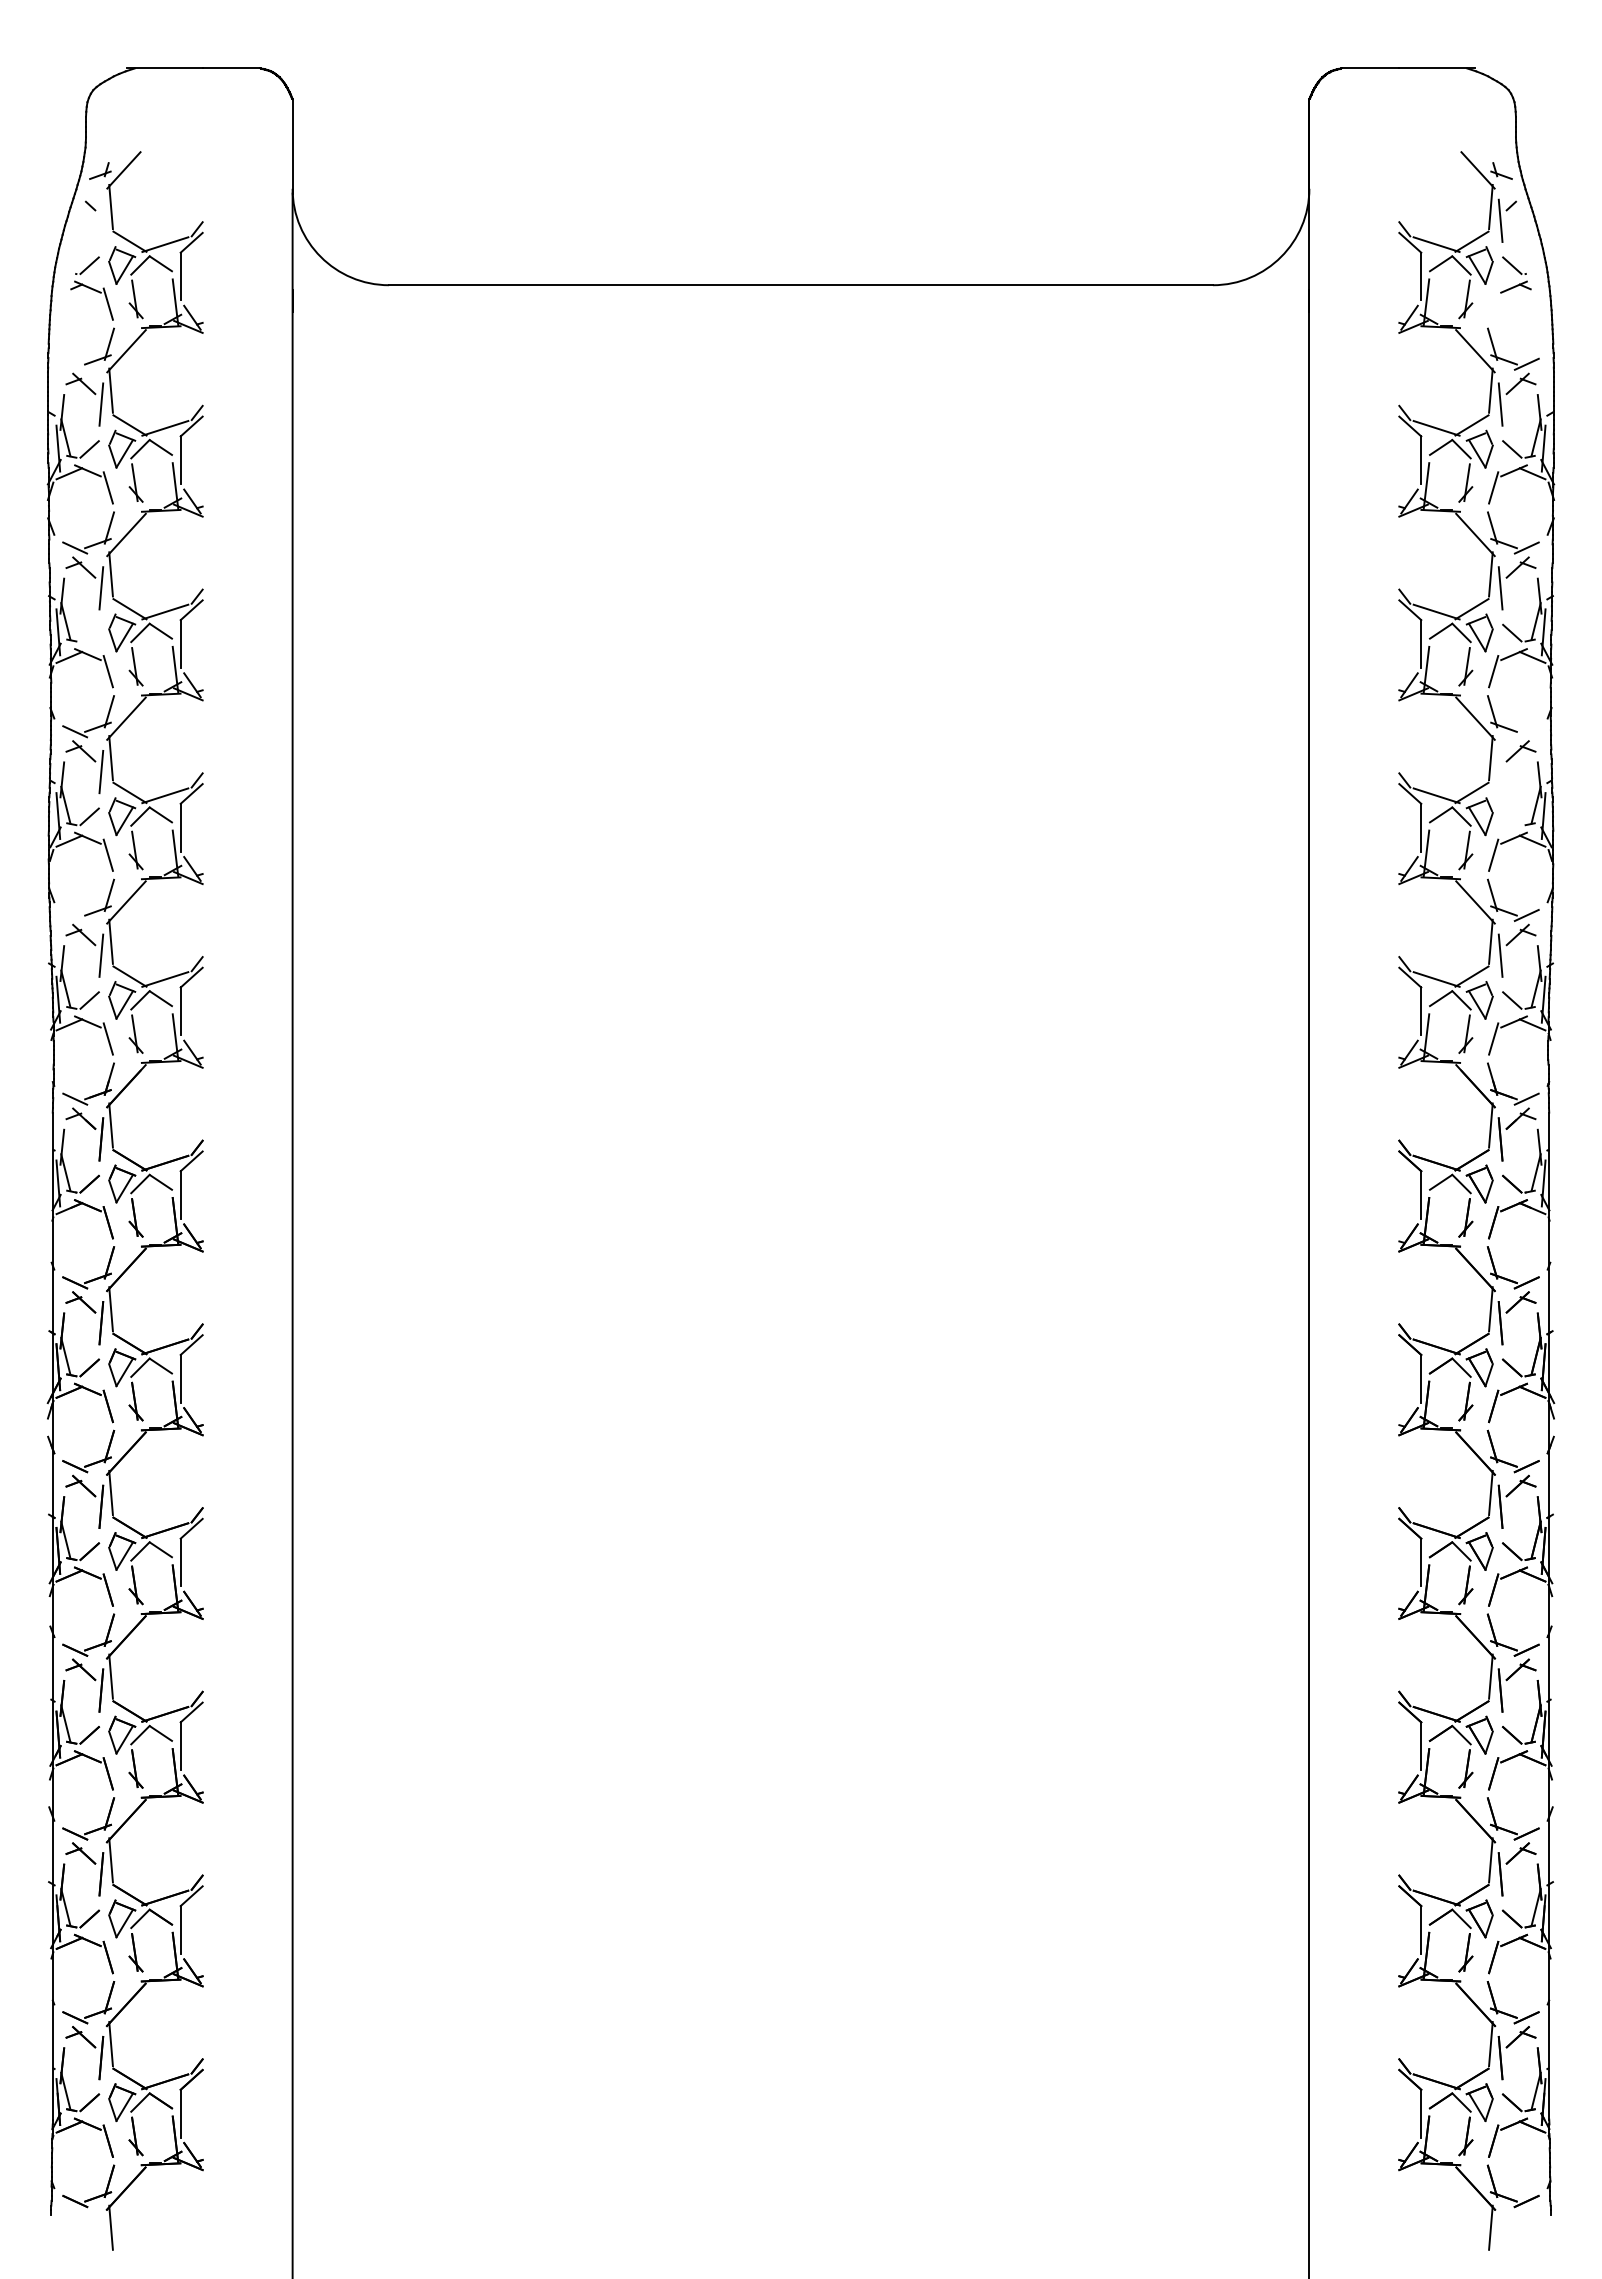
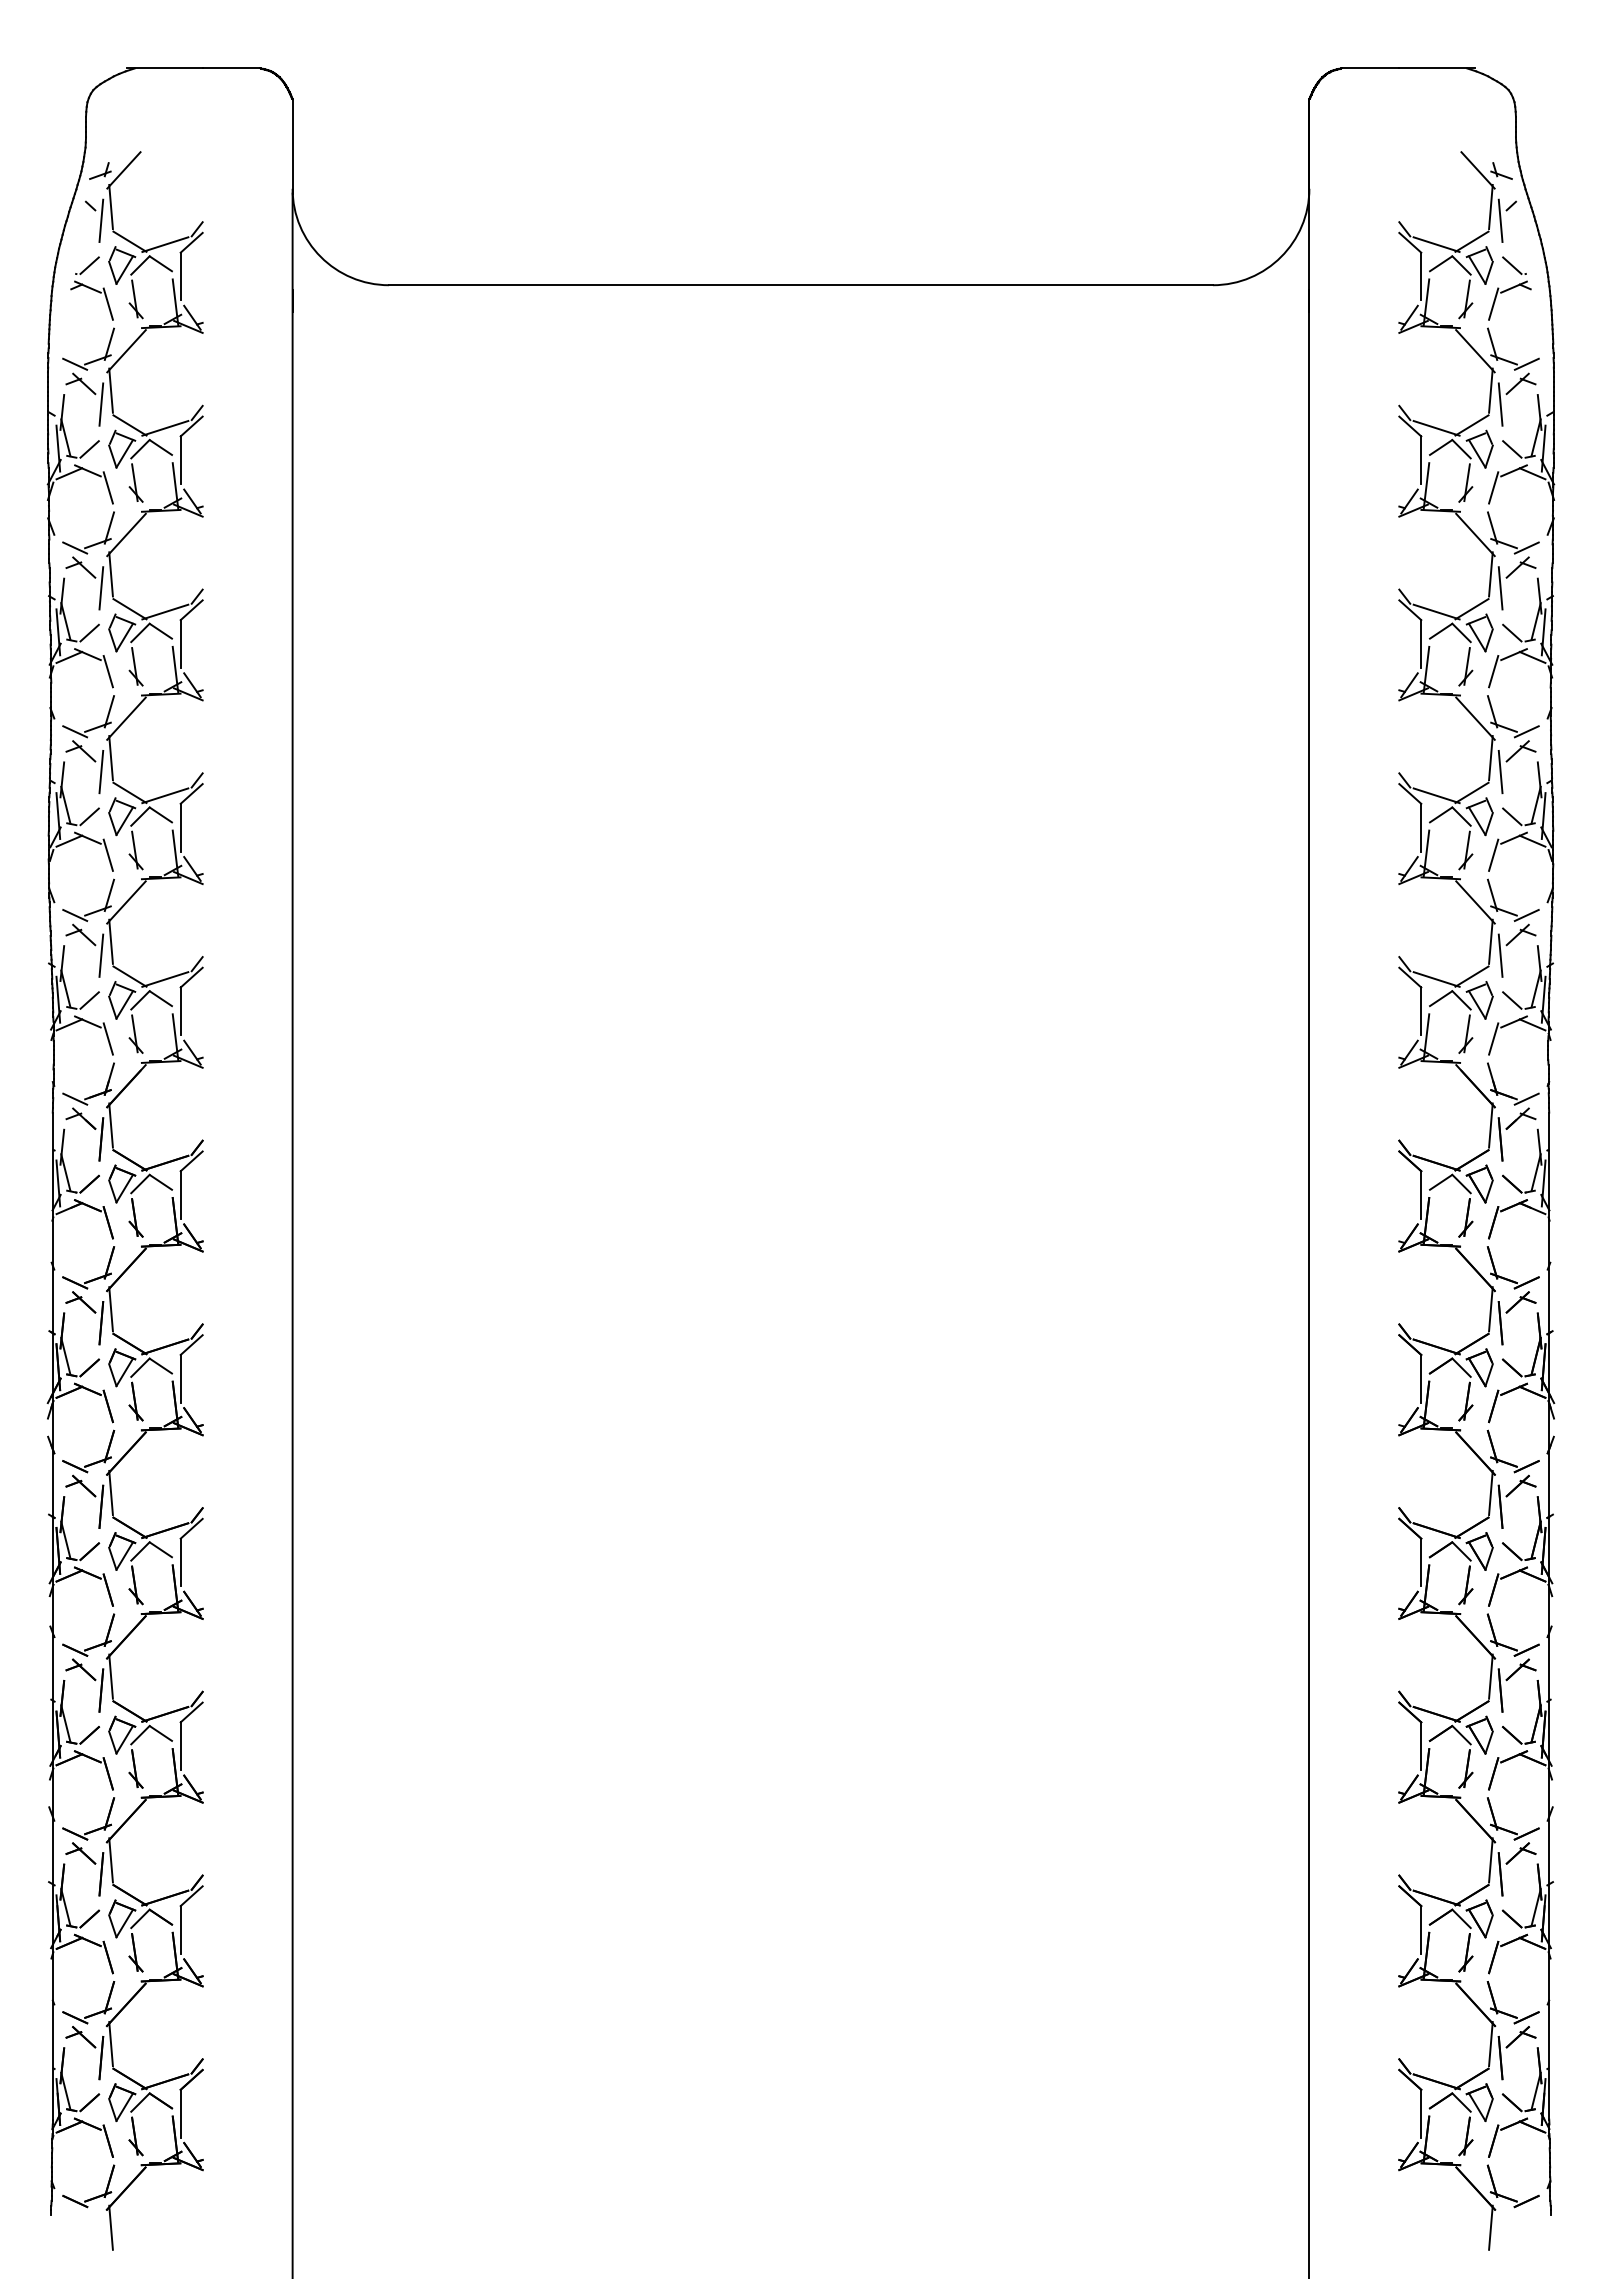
line at (101, 220): none -> present
line at (1493, 303): none -> present
line at (75, 363): none -> present
line at (89, 632): none -> present
line at (1526, 731): none -> present
line at (1500, 771): none -> present
line at (1512, 816): none -> present
line at (75, 915): none -> present
